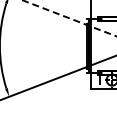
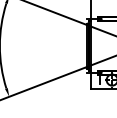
line at (68, 18): dashed -> solid
